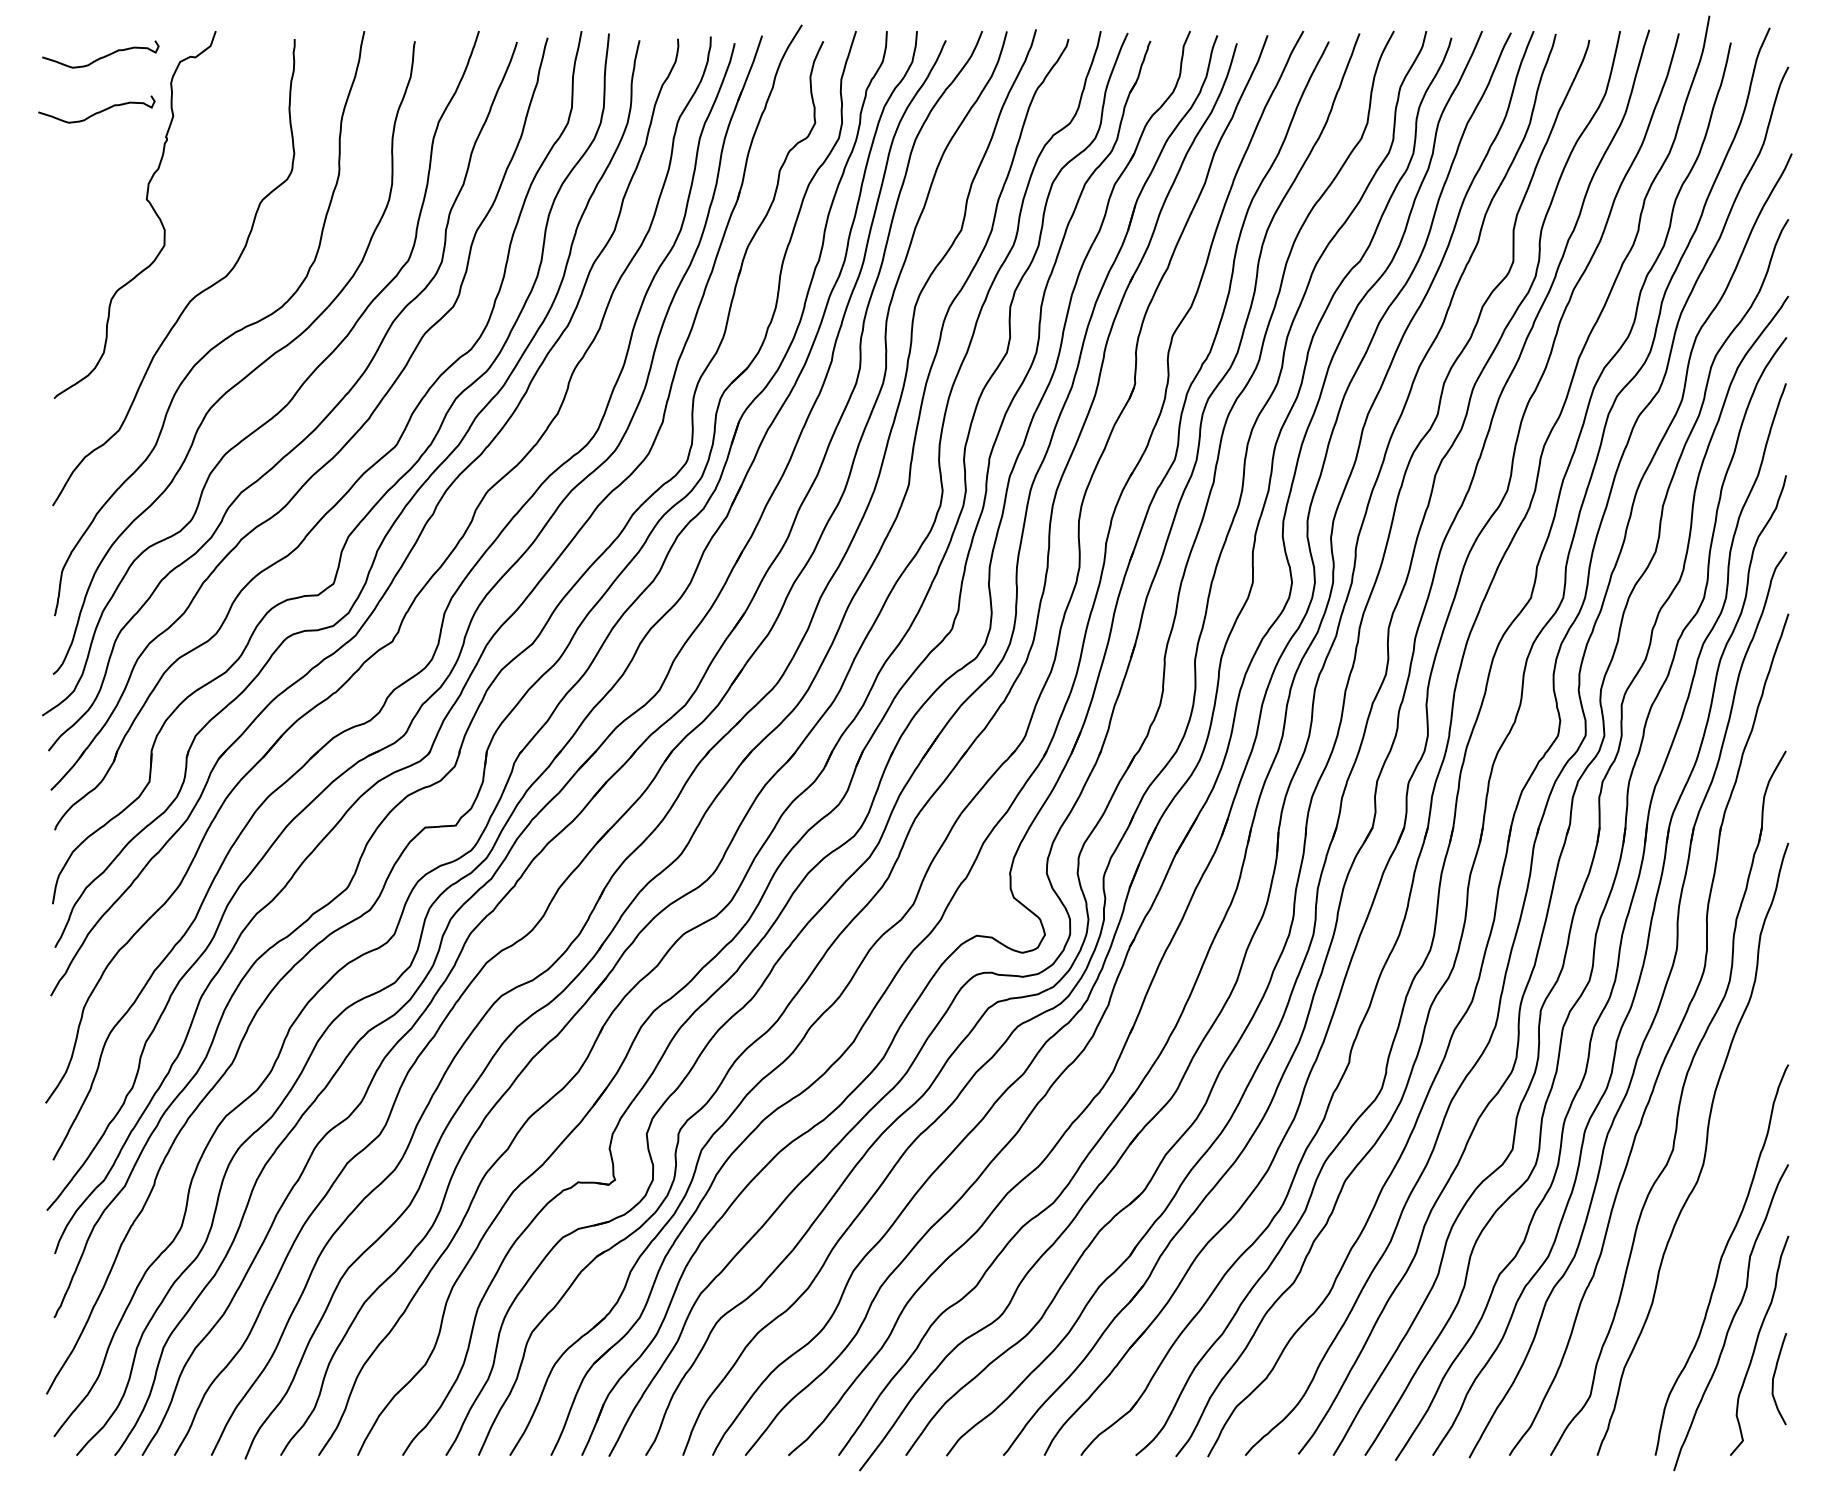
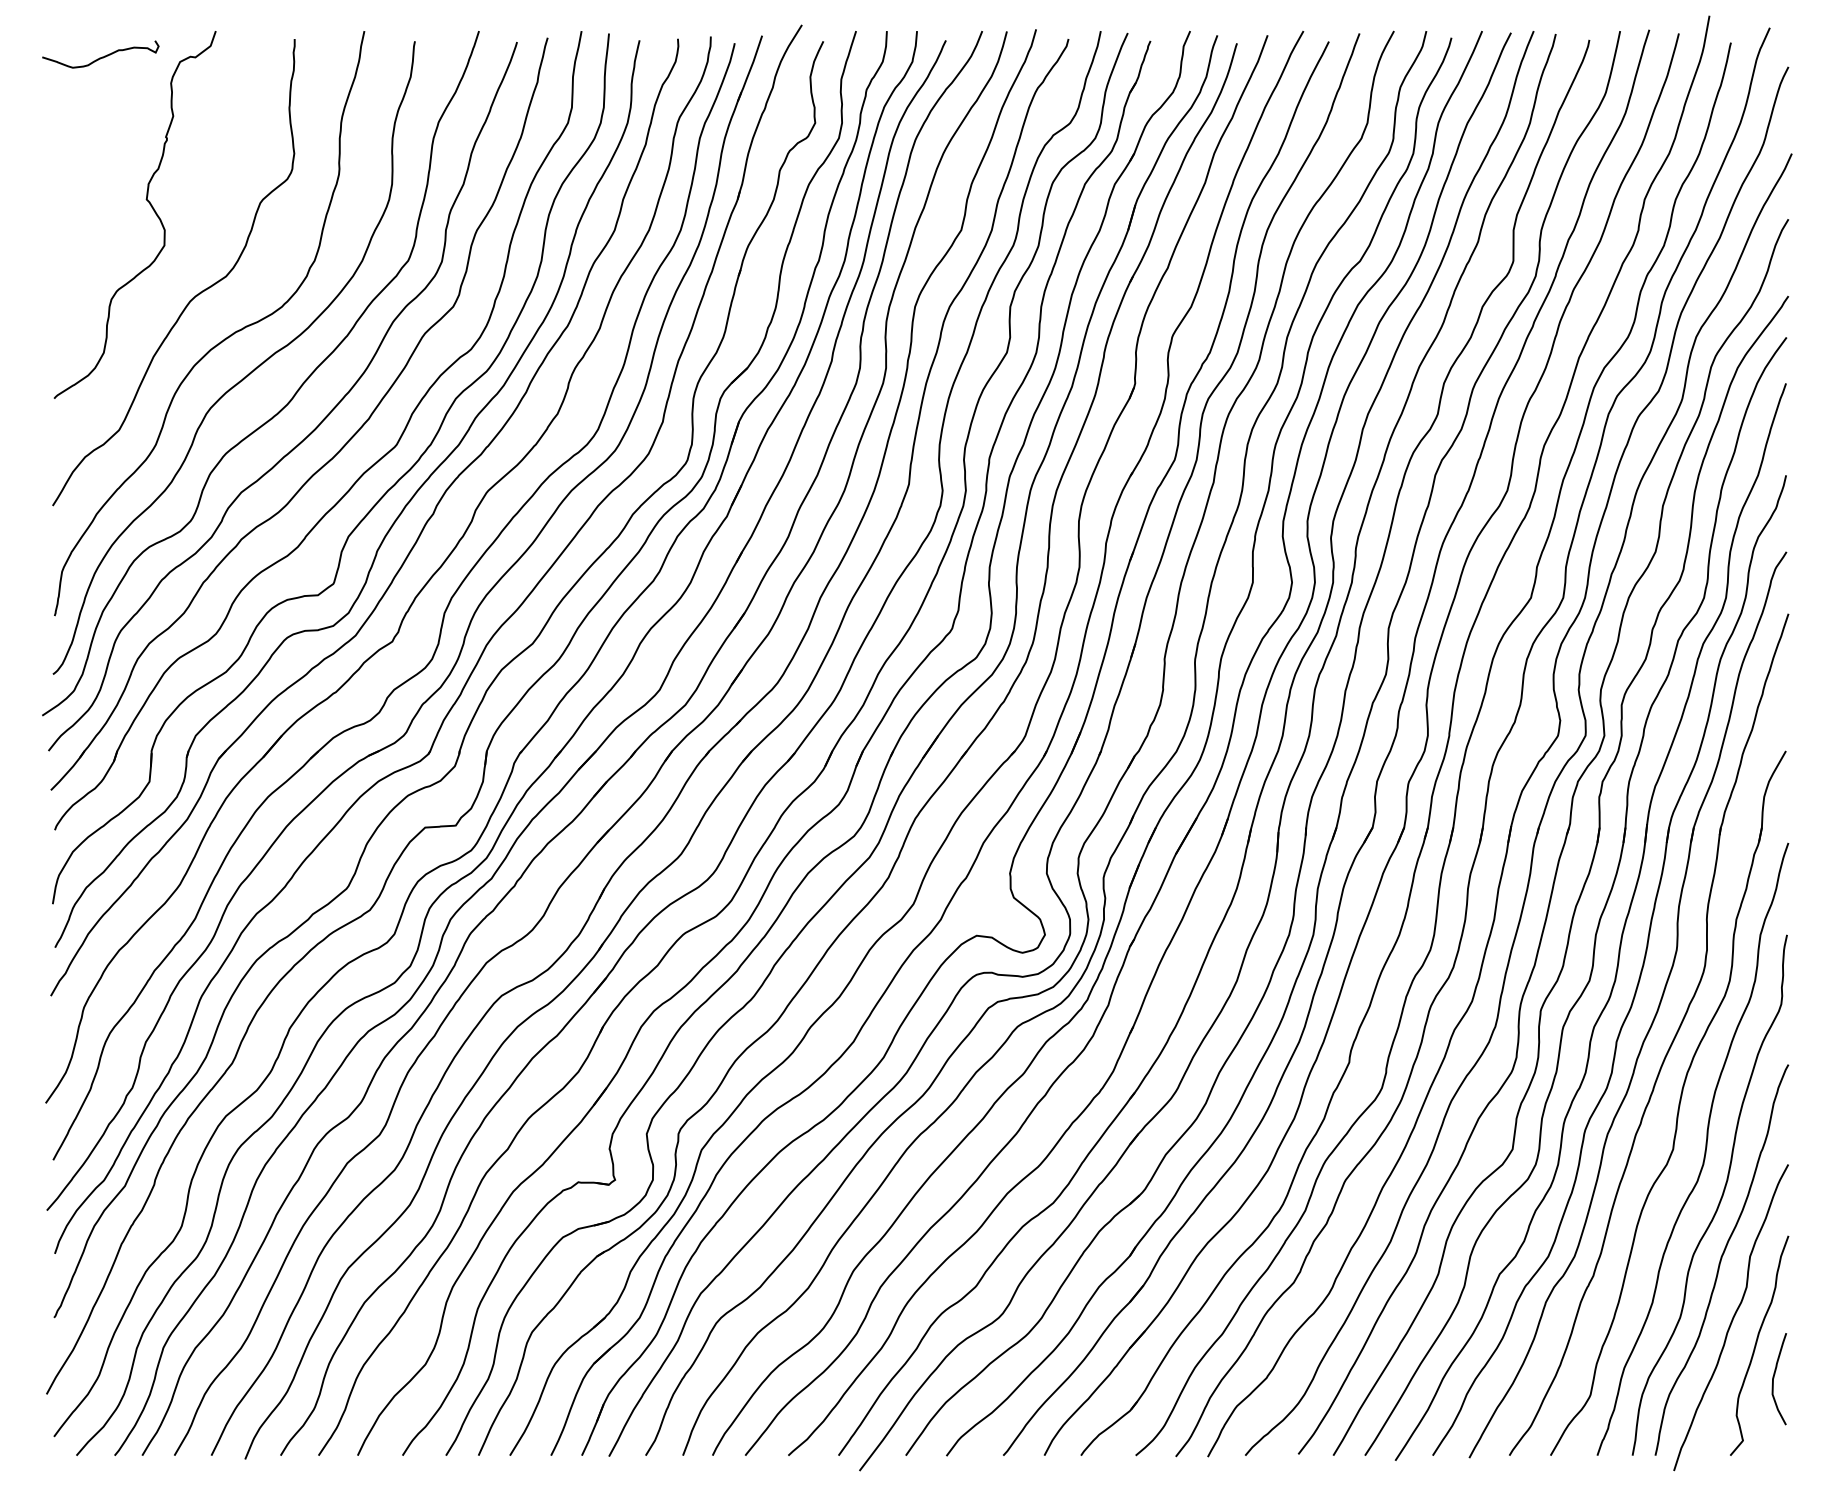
curve at (98, 111): present -> none
curve at (1720, 1197): none -> present
